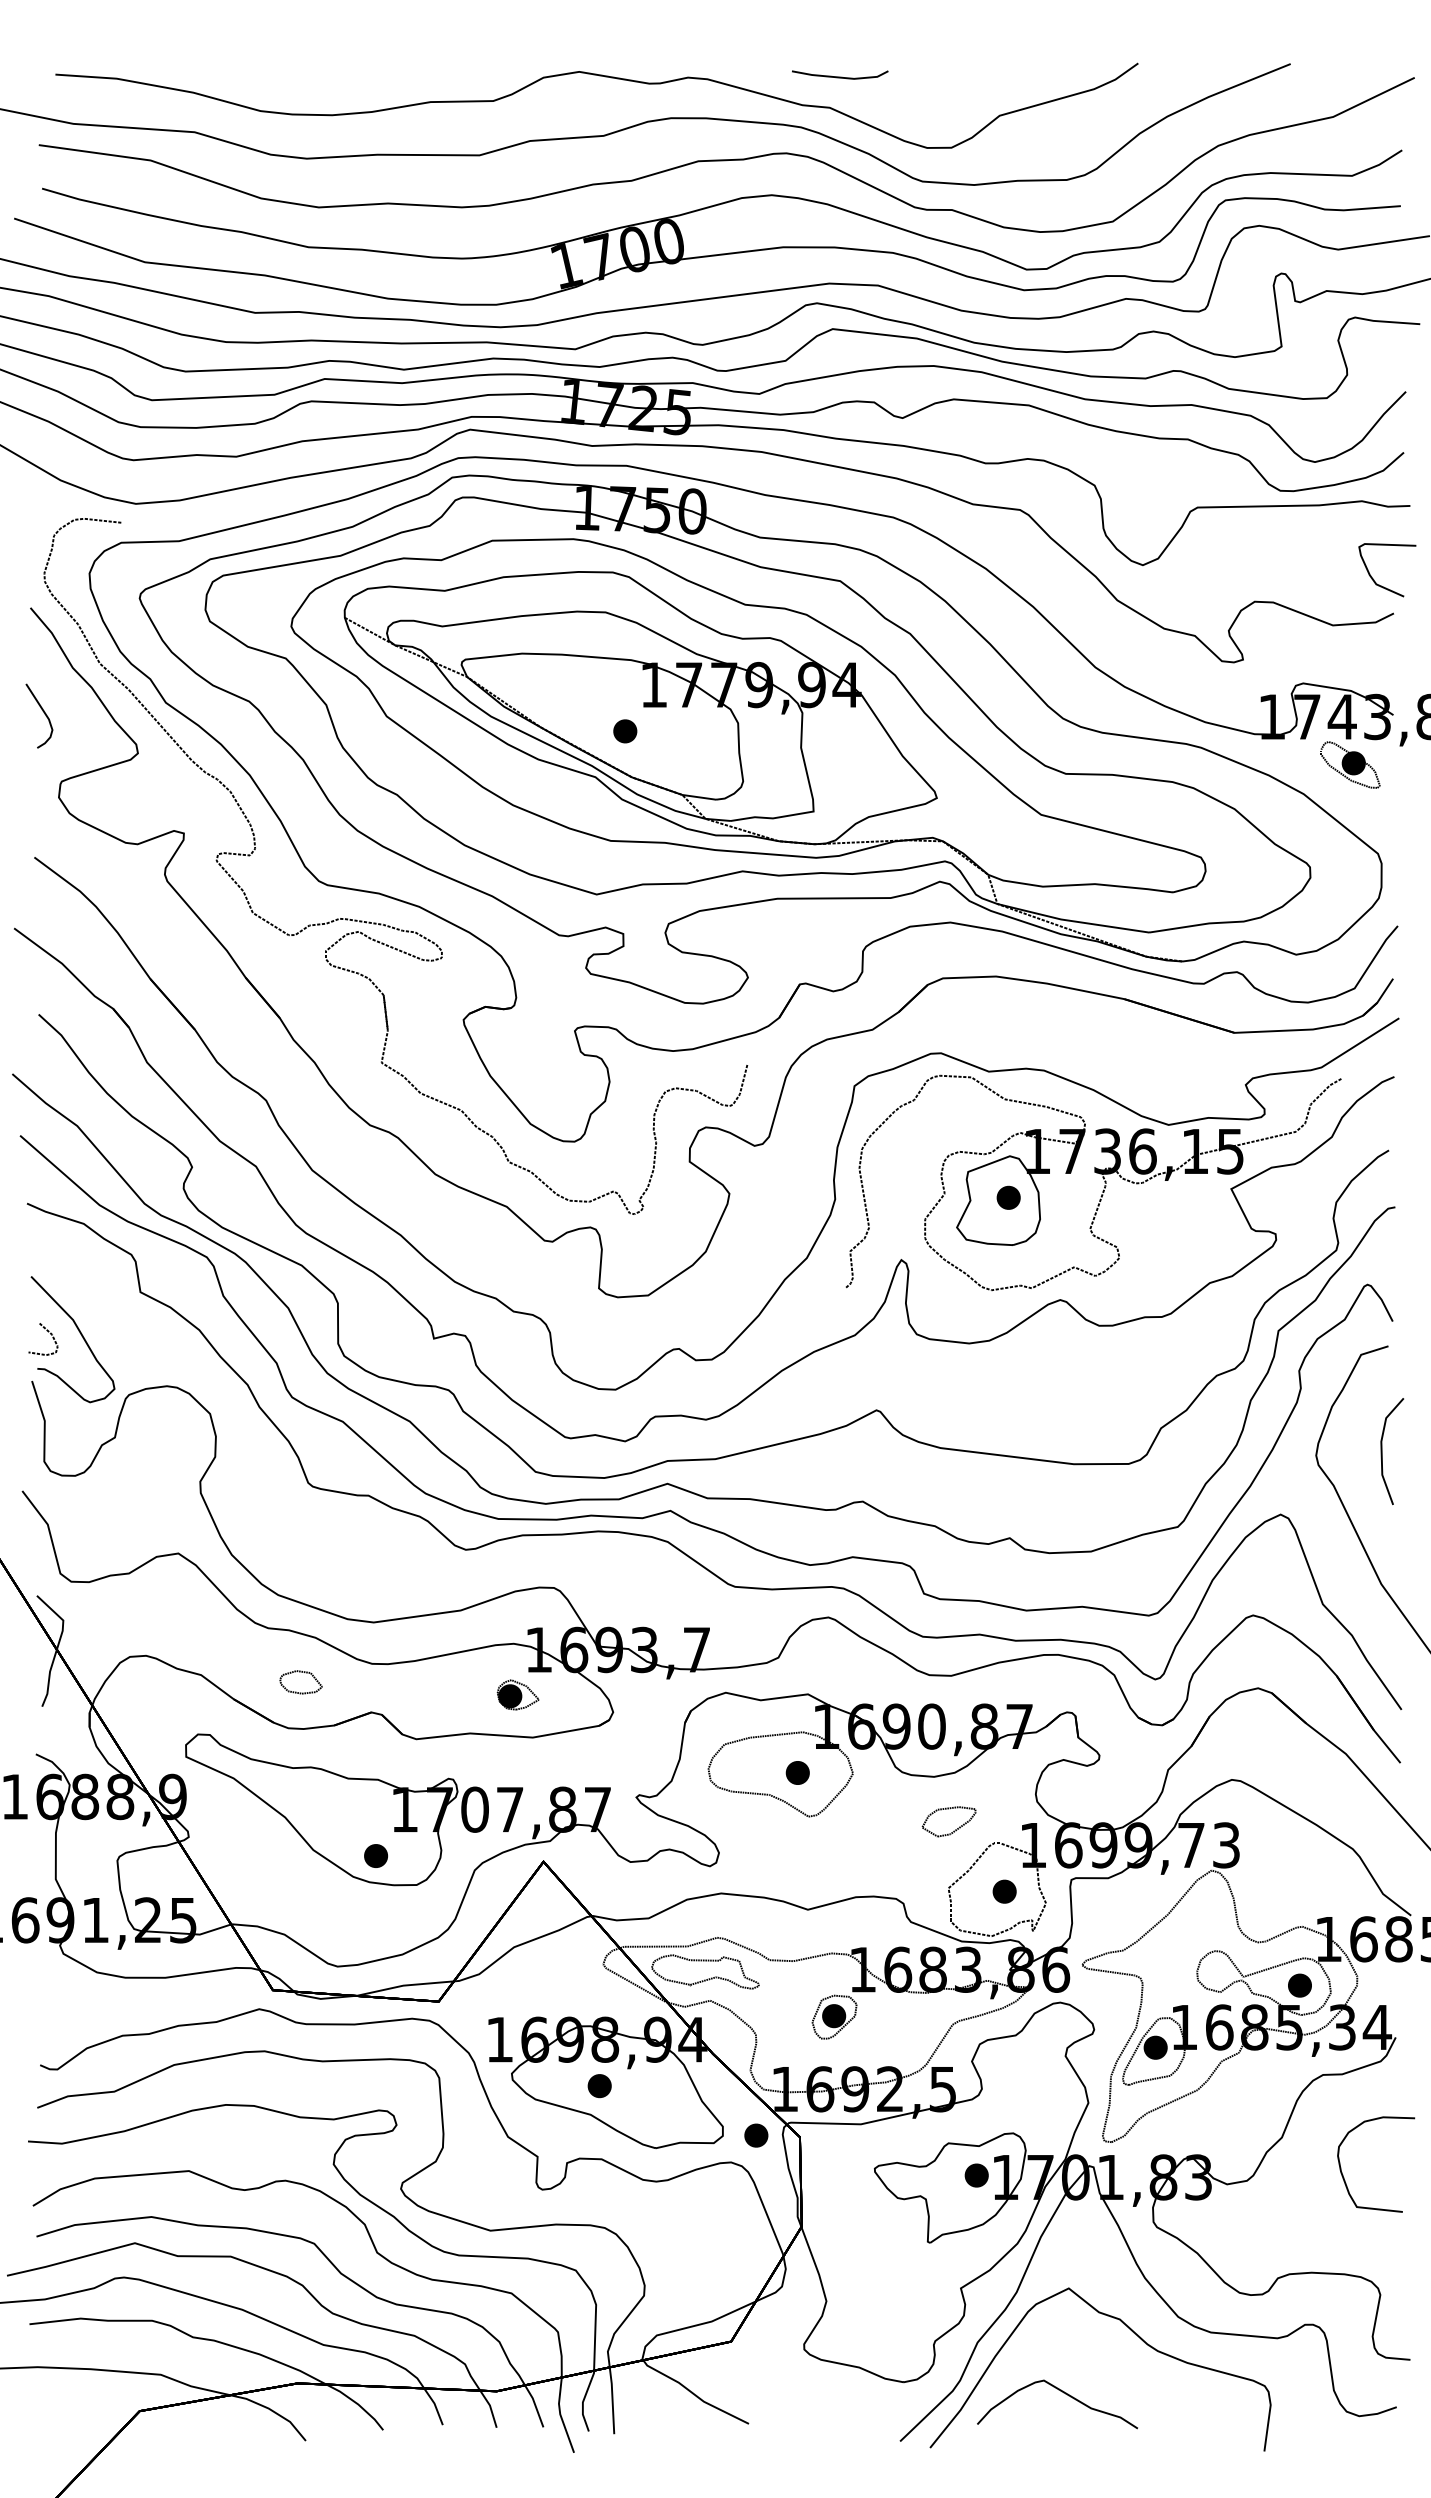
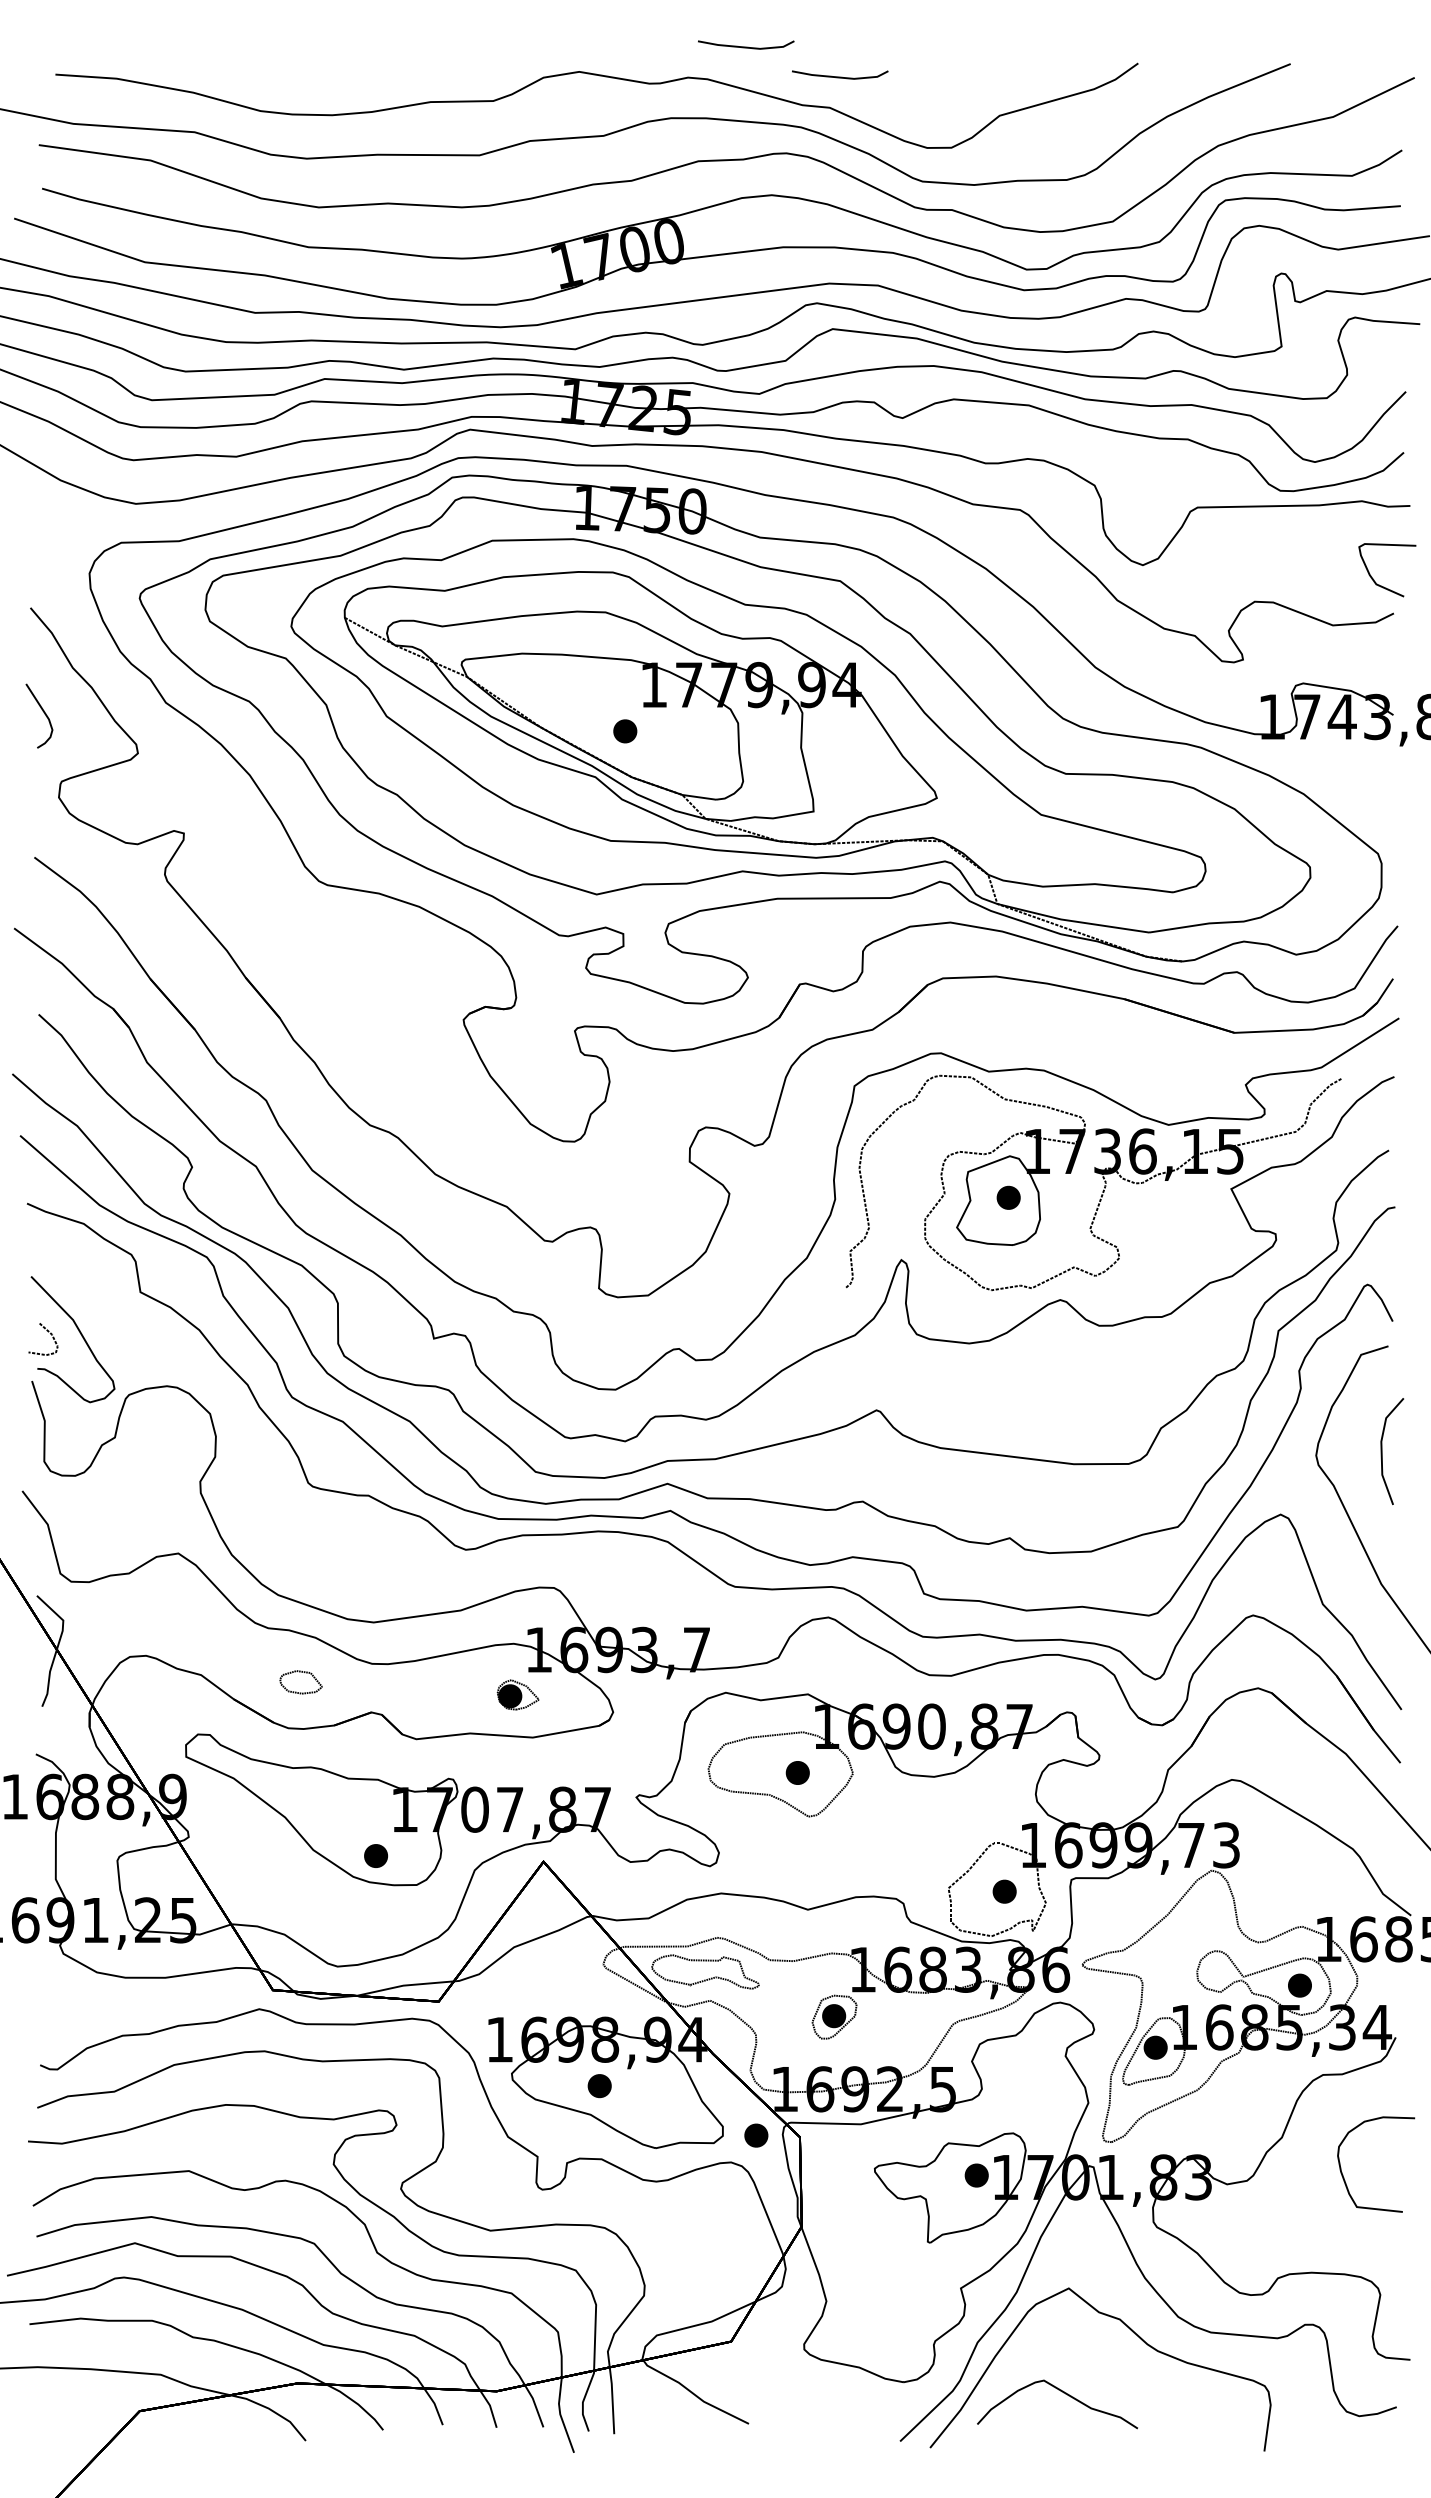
part at (746, 44): none -> present
part at (1350, 764): present -> none
part at (381, 923): present -> none
part at (948, 1821): present -> none
